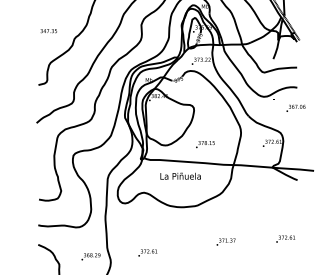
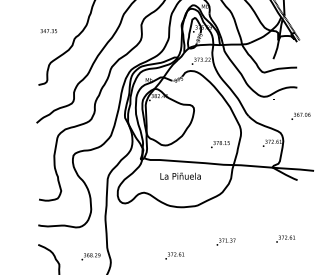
text at (295, 107) position: (295, 107) -> (300, 115)
text at (205, 144) position: (205, 144) -> (220, 144)
text at (147, 252) position: (147, 252) -> (174, 255)
